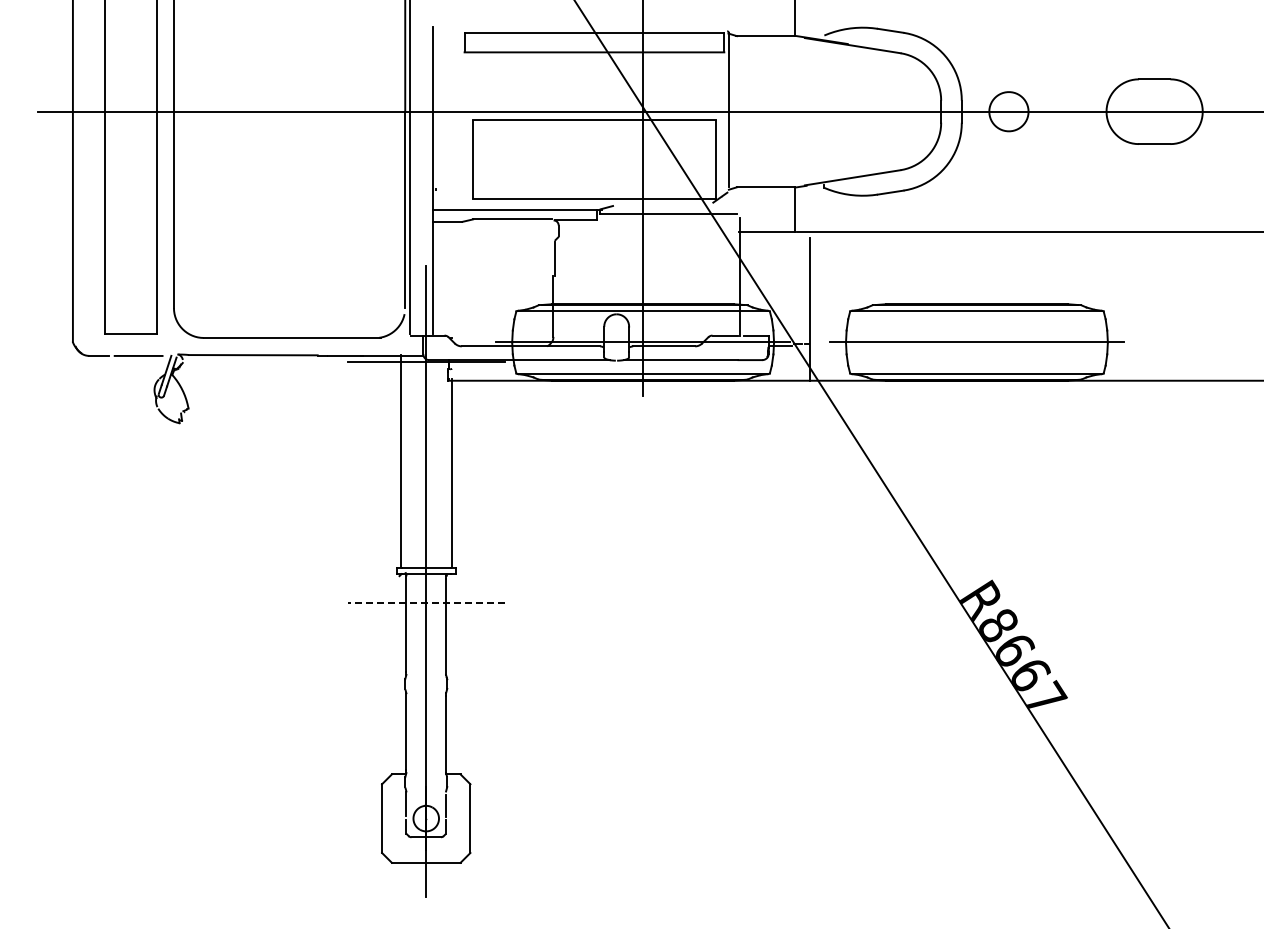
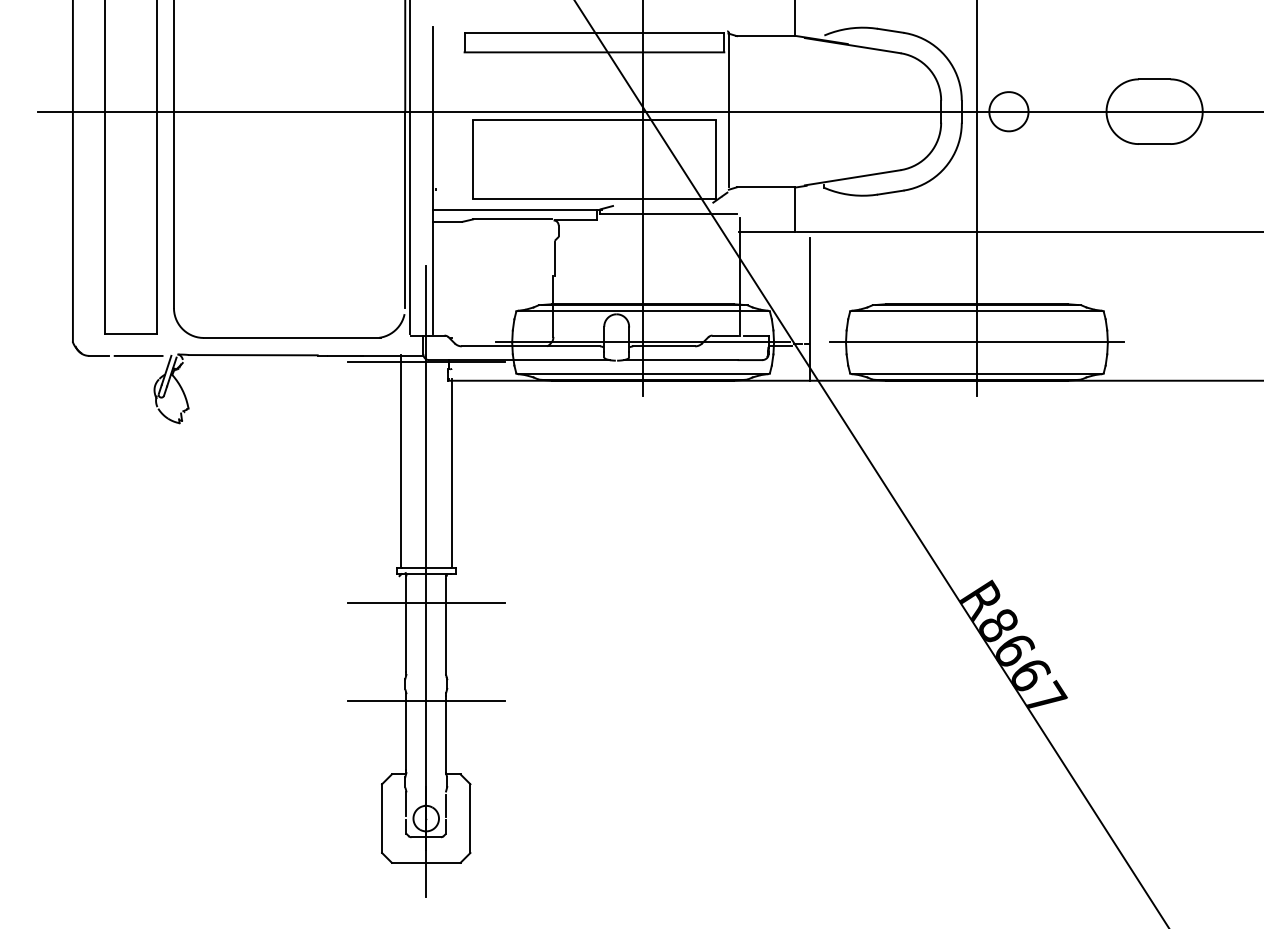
line at (976, 199): none -> present
line at (426, 602): dashed -> solid
line at (425, 700): none -> present
